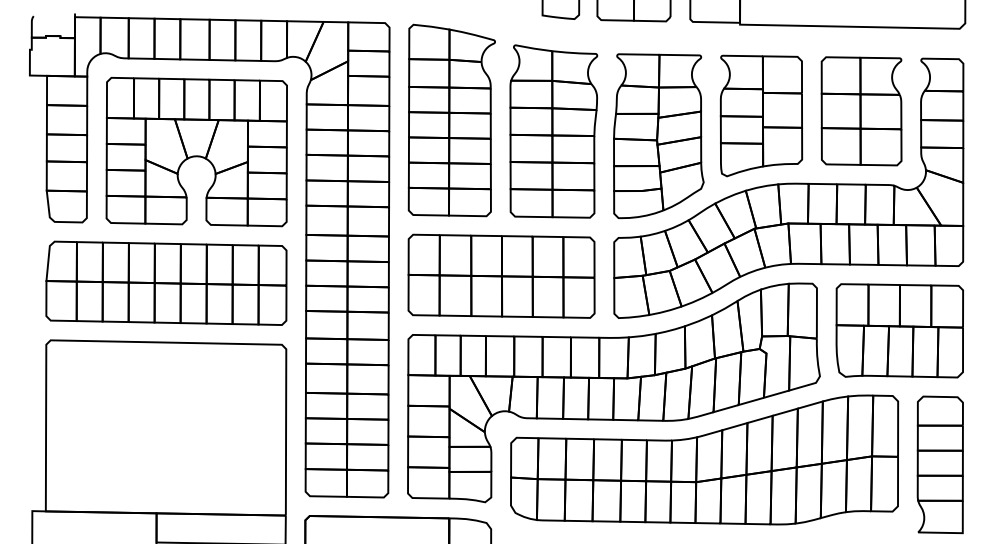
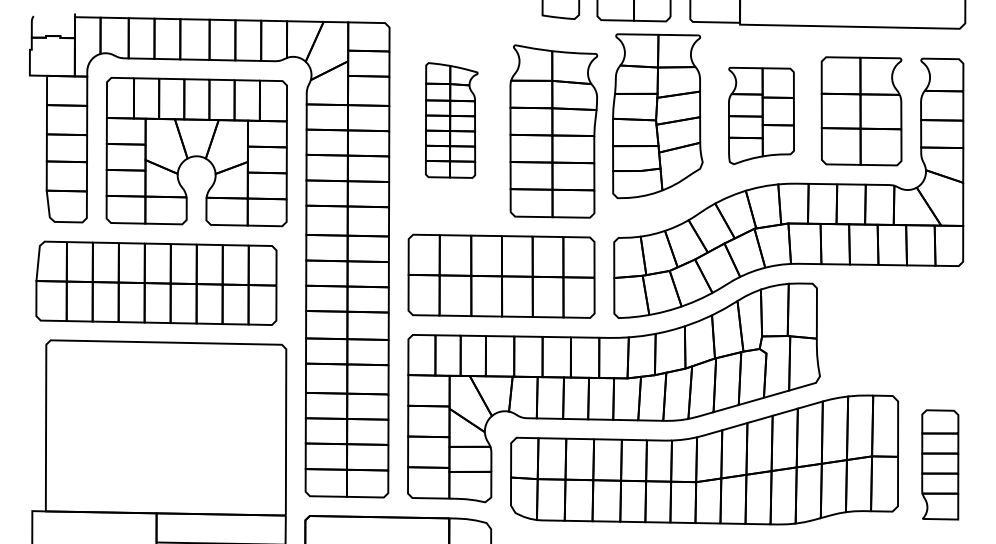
part at (761, 115) size: 85x124 px -> 67x100 px
part at (451, 120) size: 89x195 px -> 54x117 px
part at (658, 136) position: (658, 136) -> (657, 116)
part at (166, 282) position: (166, 282) -> (156, 282)
part at (899, 330): present -> none
part at (939, 464) size: 48x140 px -> 39x112 px
